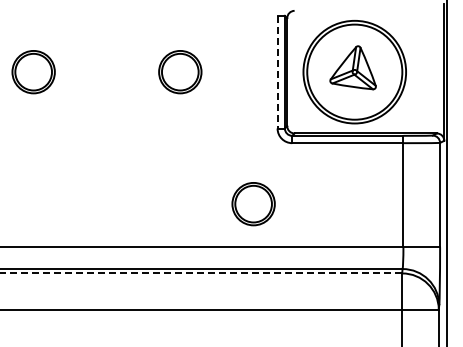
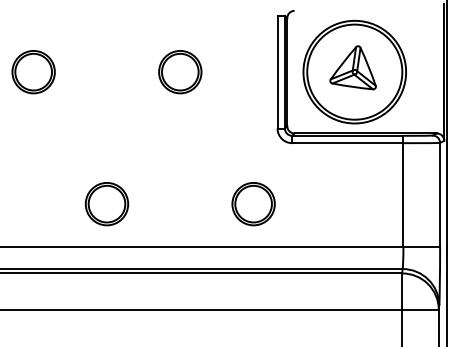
line at (277, 72): dashed -> solid
part at (106, 204): none -> present
line at (201, 273): dashed -> solid
